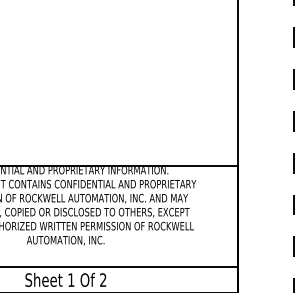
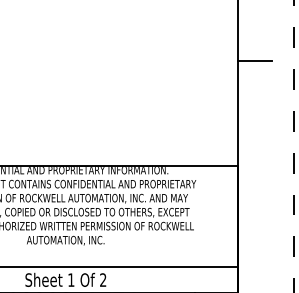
line at (254, 60): none -> present
